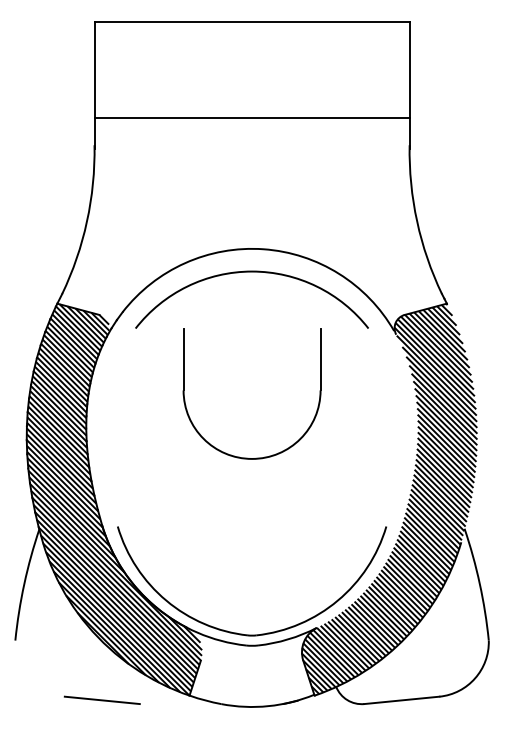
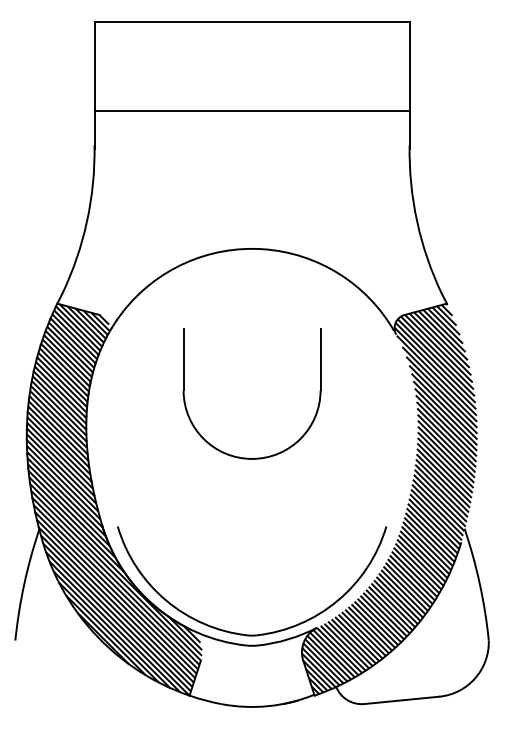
line at (251, 117) position: (251, 117) -> (251, 110)
arc at (251, 272): present -> none
line at (101, 700): present -> none
